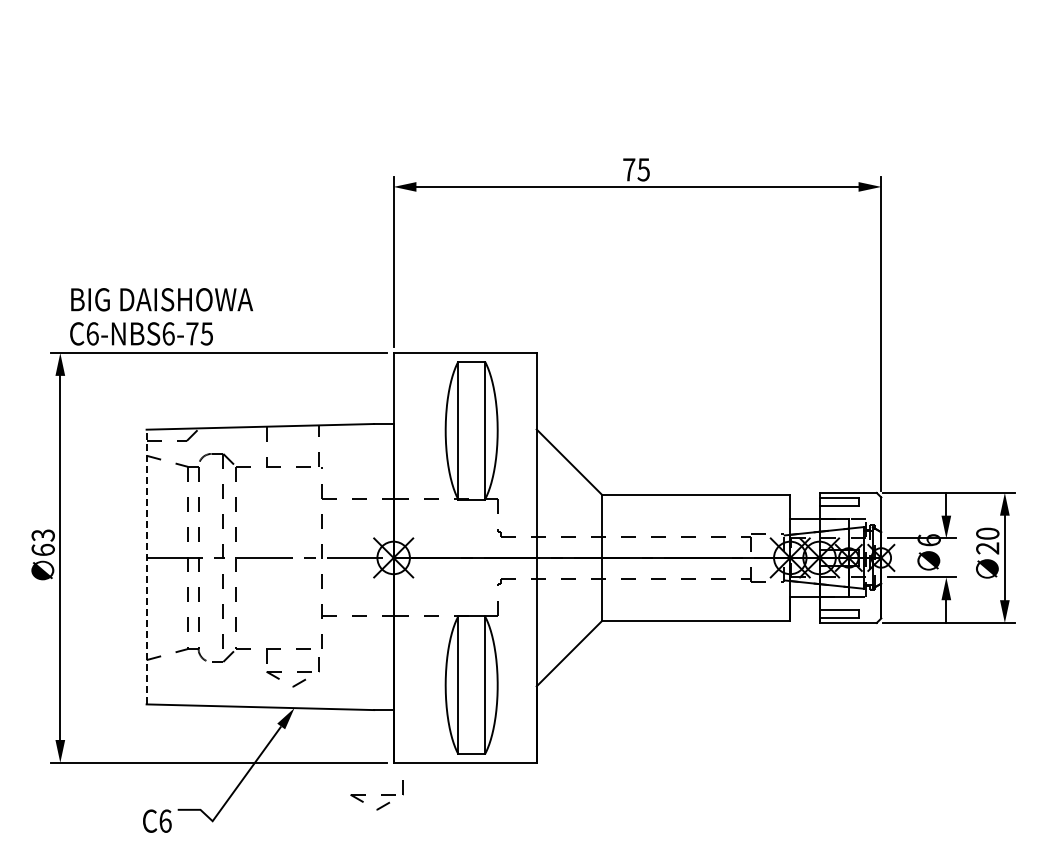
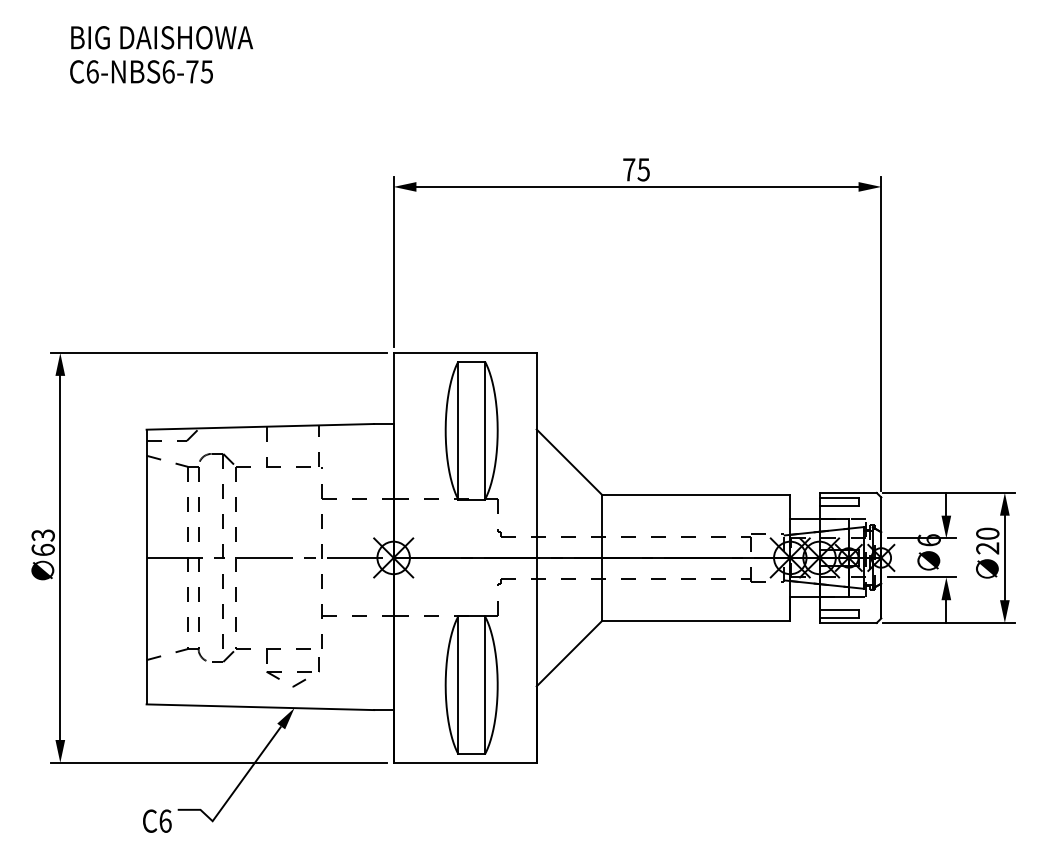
text at (161, 316) position: (161, 316) -> (161, 54)
line at (146, 566): dashed -> solid
part at (376, 795): present -> none
